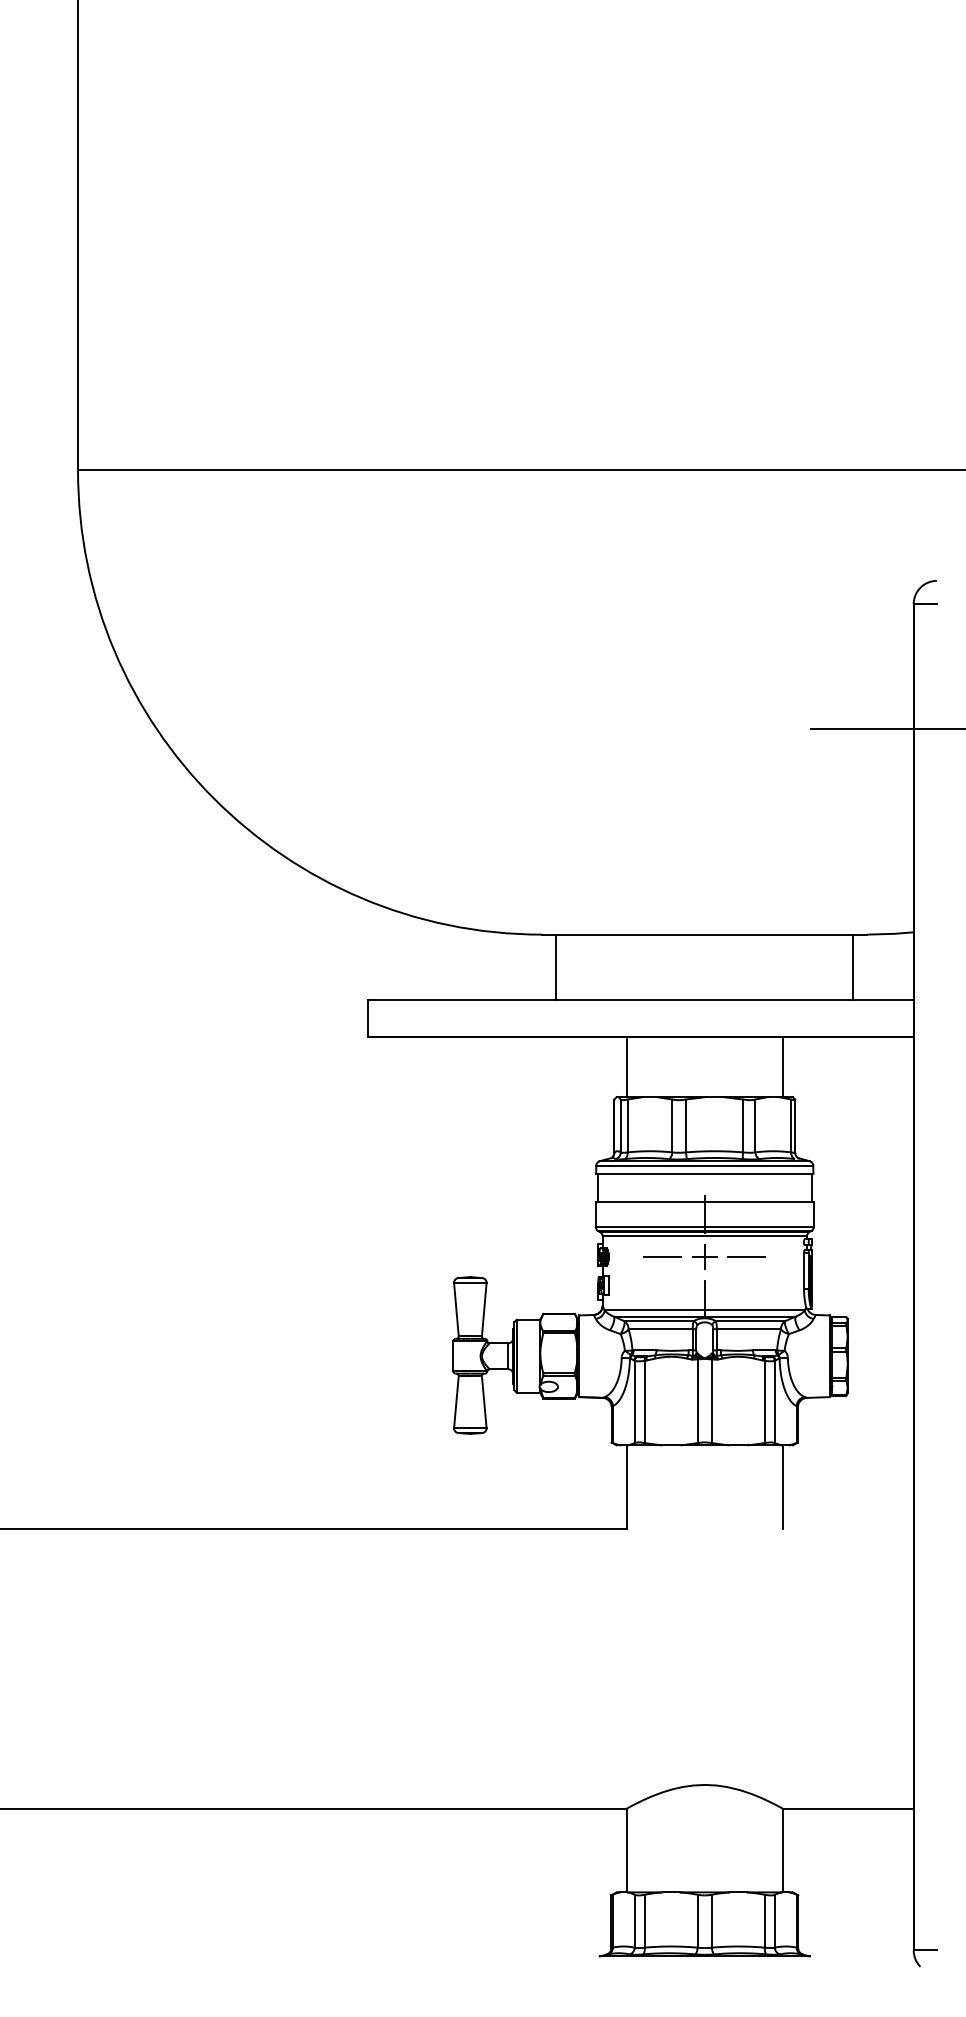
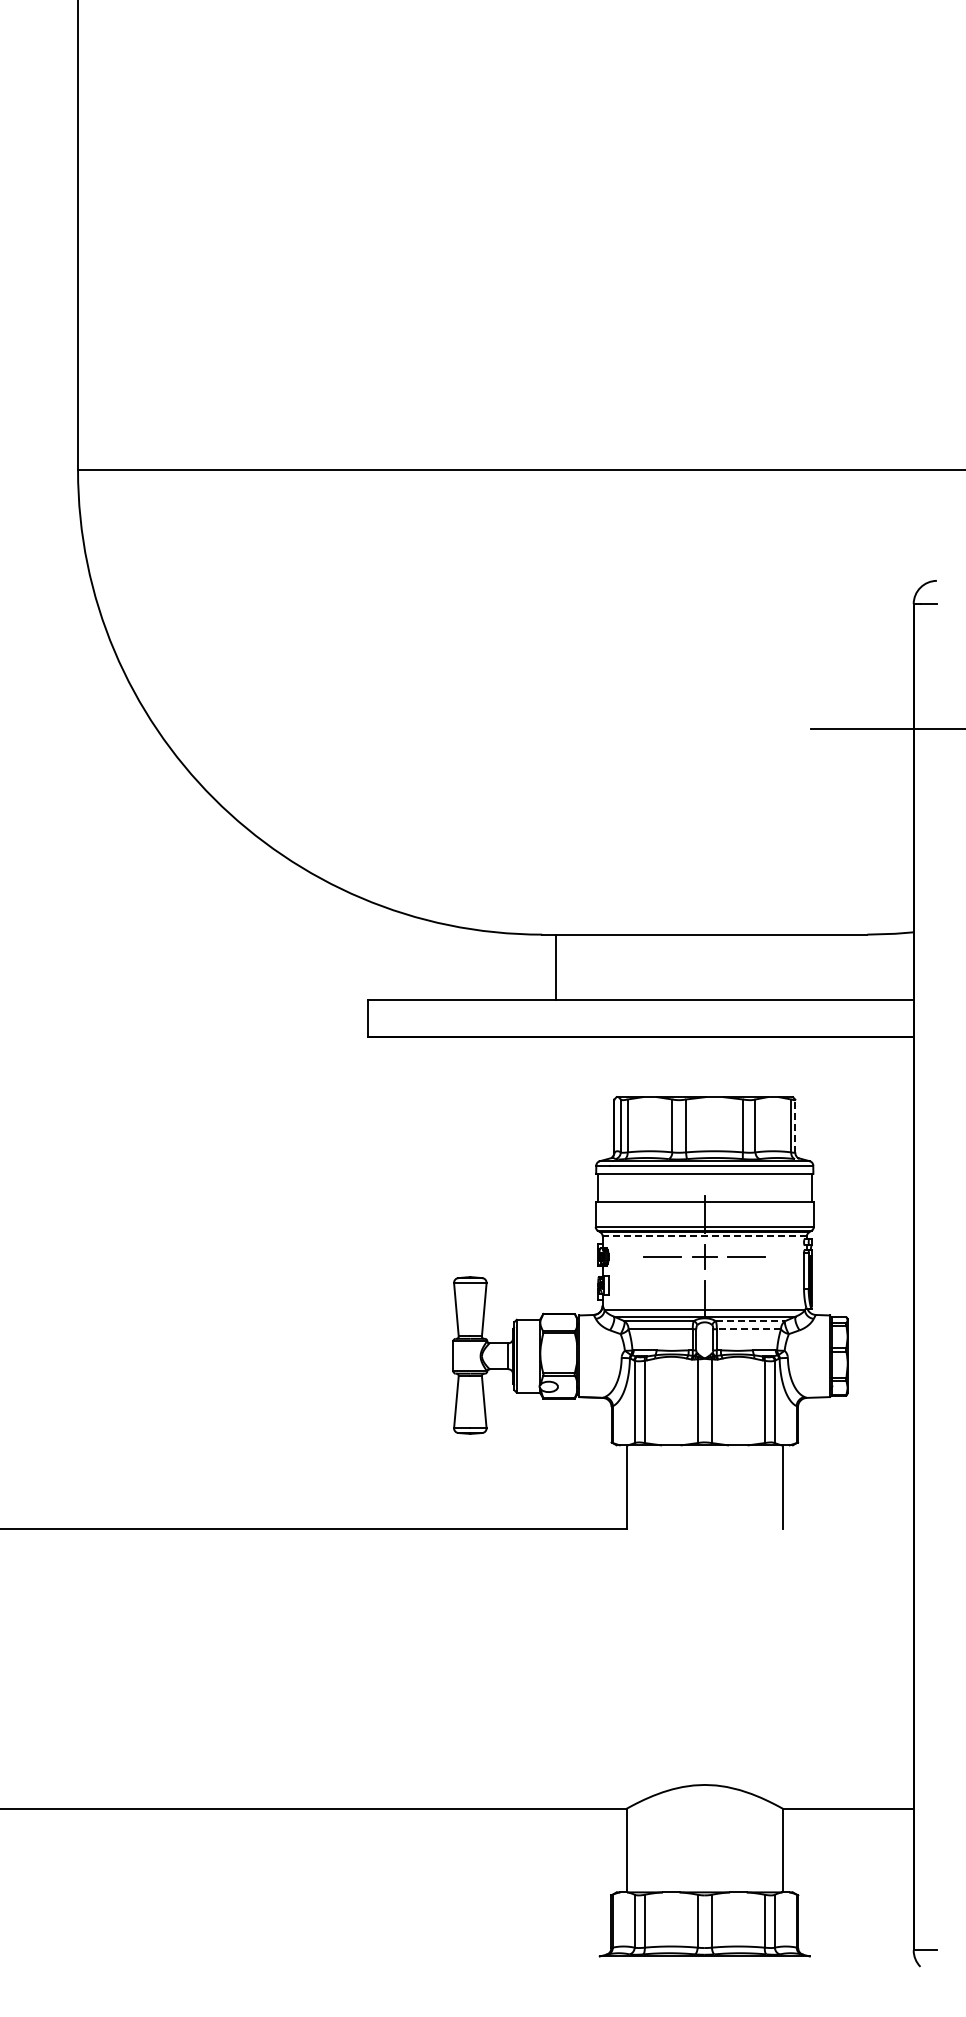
line at (853, 966): present -> none
line at (626, 1066): present -> none
line at (783, 1066): present -> none
line at (795, 1125): solid -> dashed
line at (704, 1236): solid -> dashed
line at (750, 1321): solid -> dashed
line at (748, 1329): solid -> dashed
